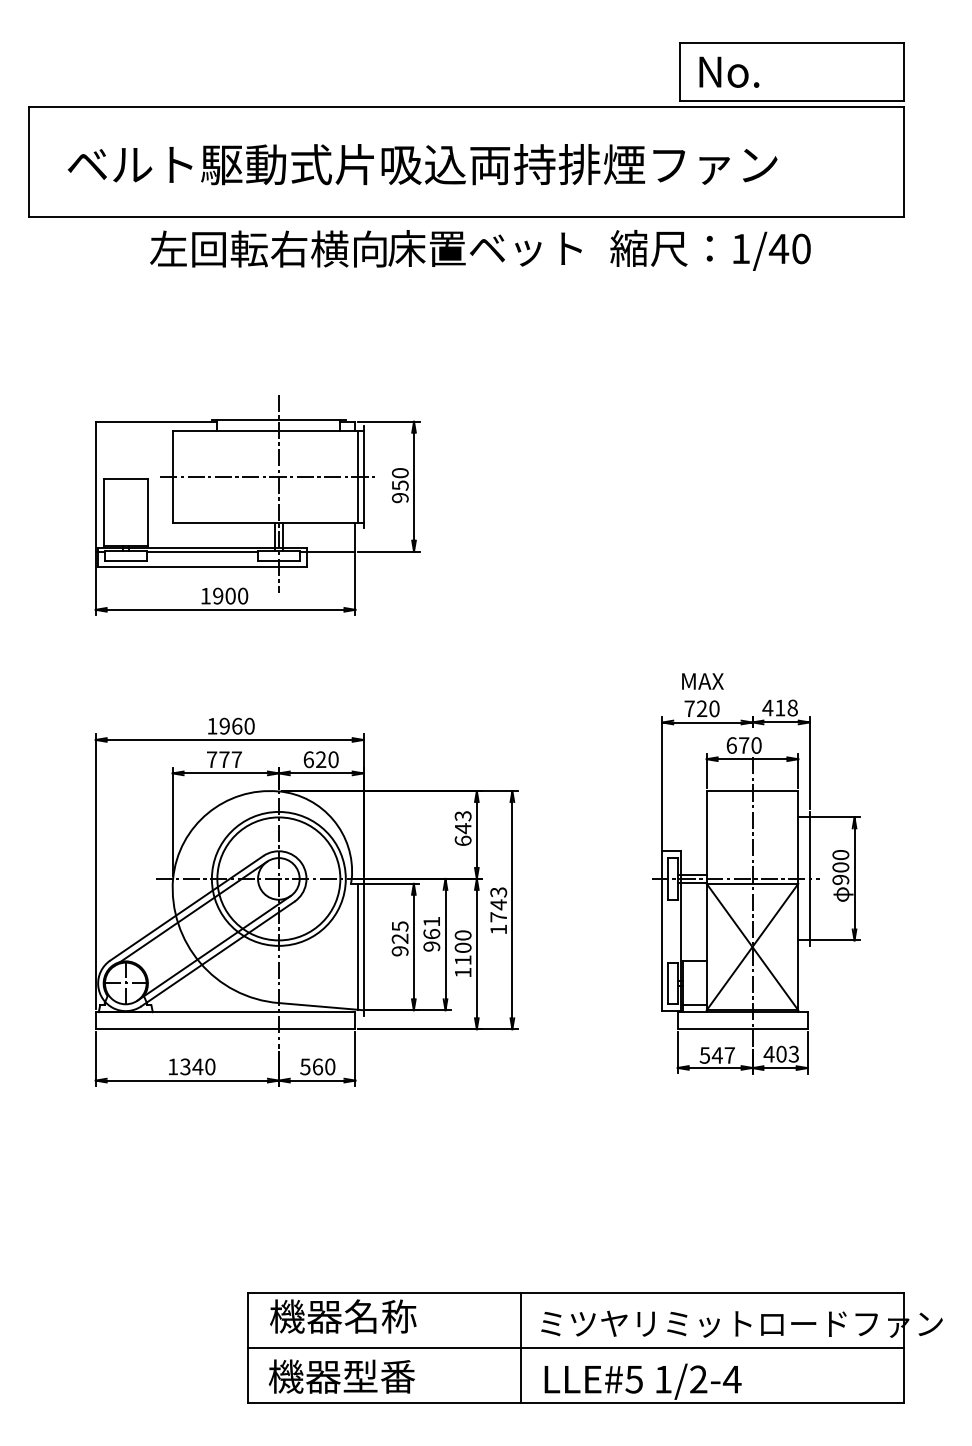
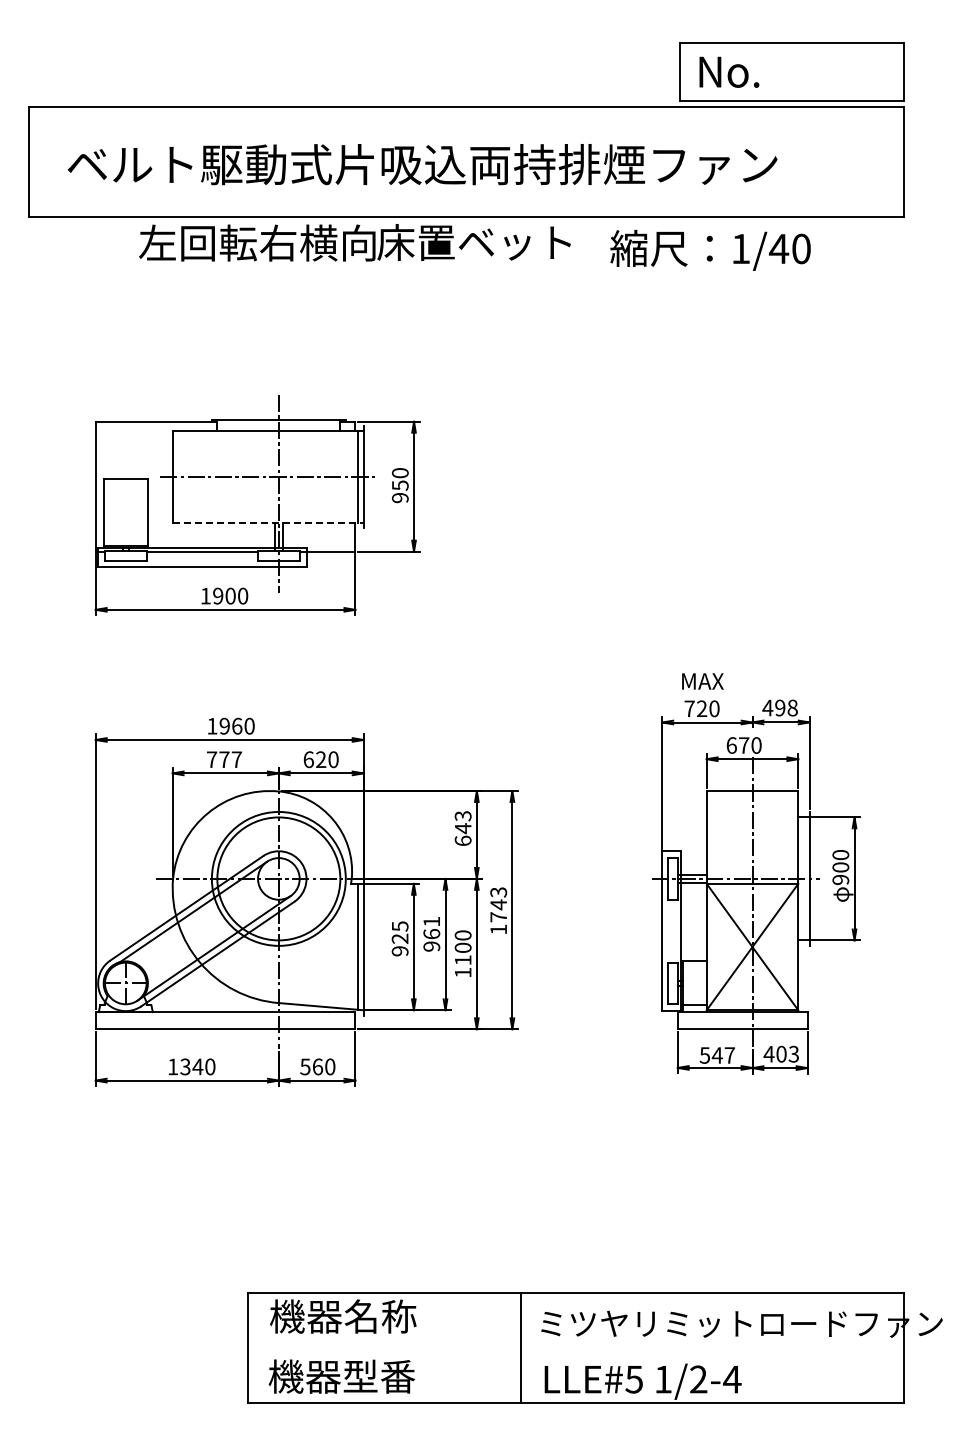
text at (365, 248) position: (365, 248) -> (354, 242)
line at (268, 522): solid -> dashed
text at (780, 707): 418 -> 498
line at (575, 1347): present -> none
